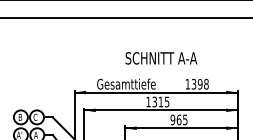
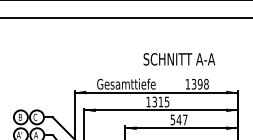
text at (161, 58) position: (161, 58) -> (179, 59)
text at (178, 119): 965 -> 547
